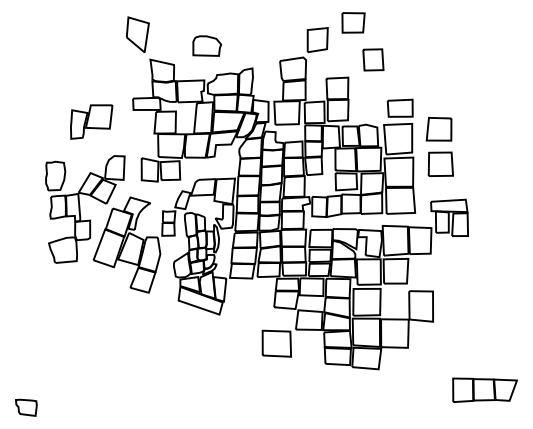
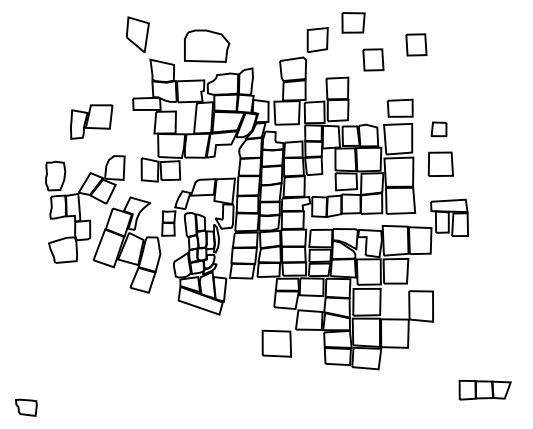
part at (416, 44): none -> present
part at (207, 45) size: 31x22 px -> 47x34 px
part at (438, 129) size: 28x25 px -> 18x17 px
part at (485, 389) size: 67x26 px -> 54x22 px
